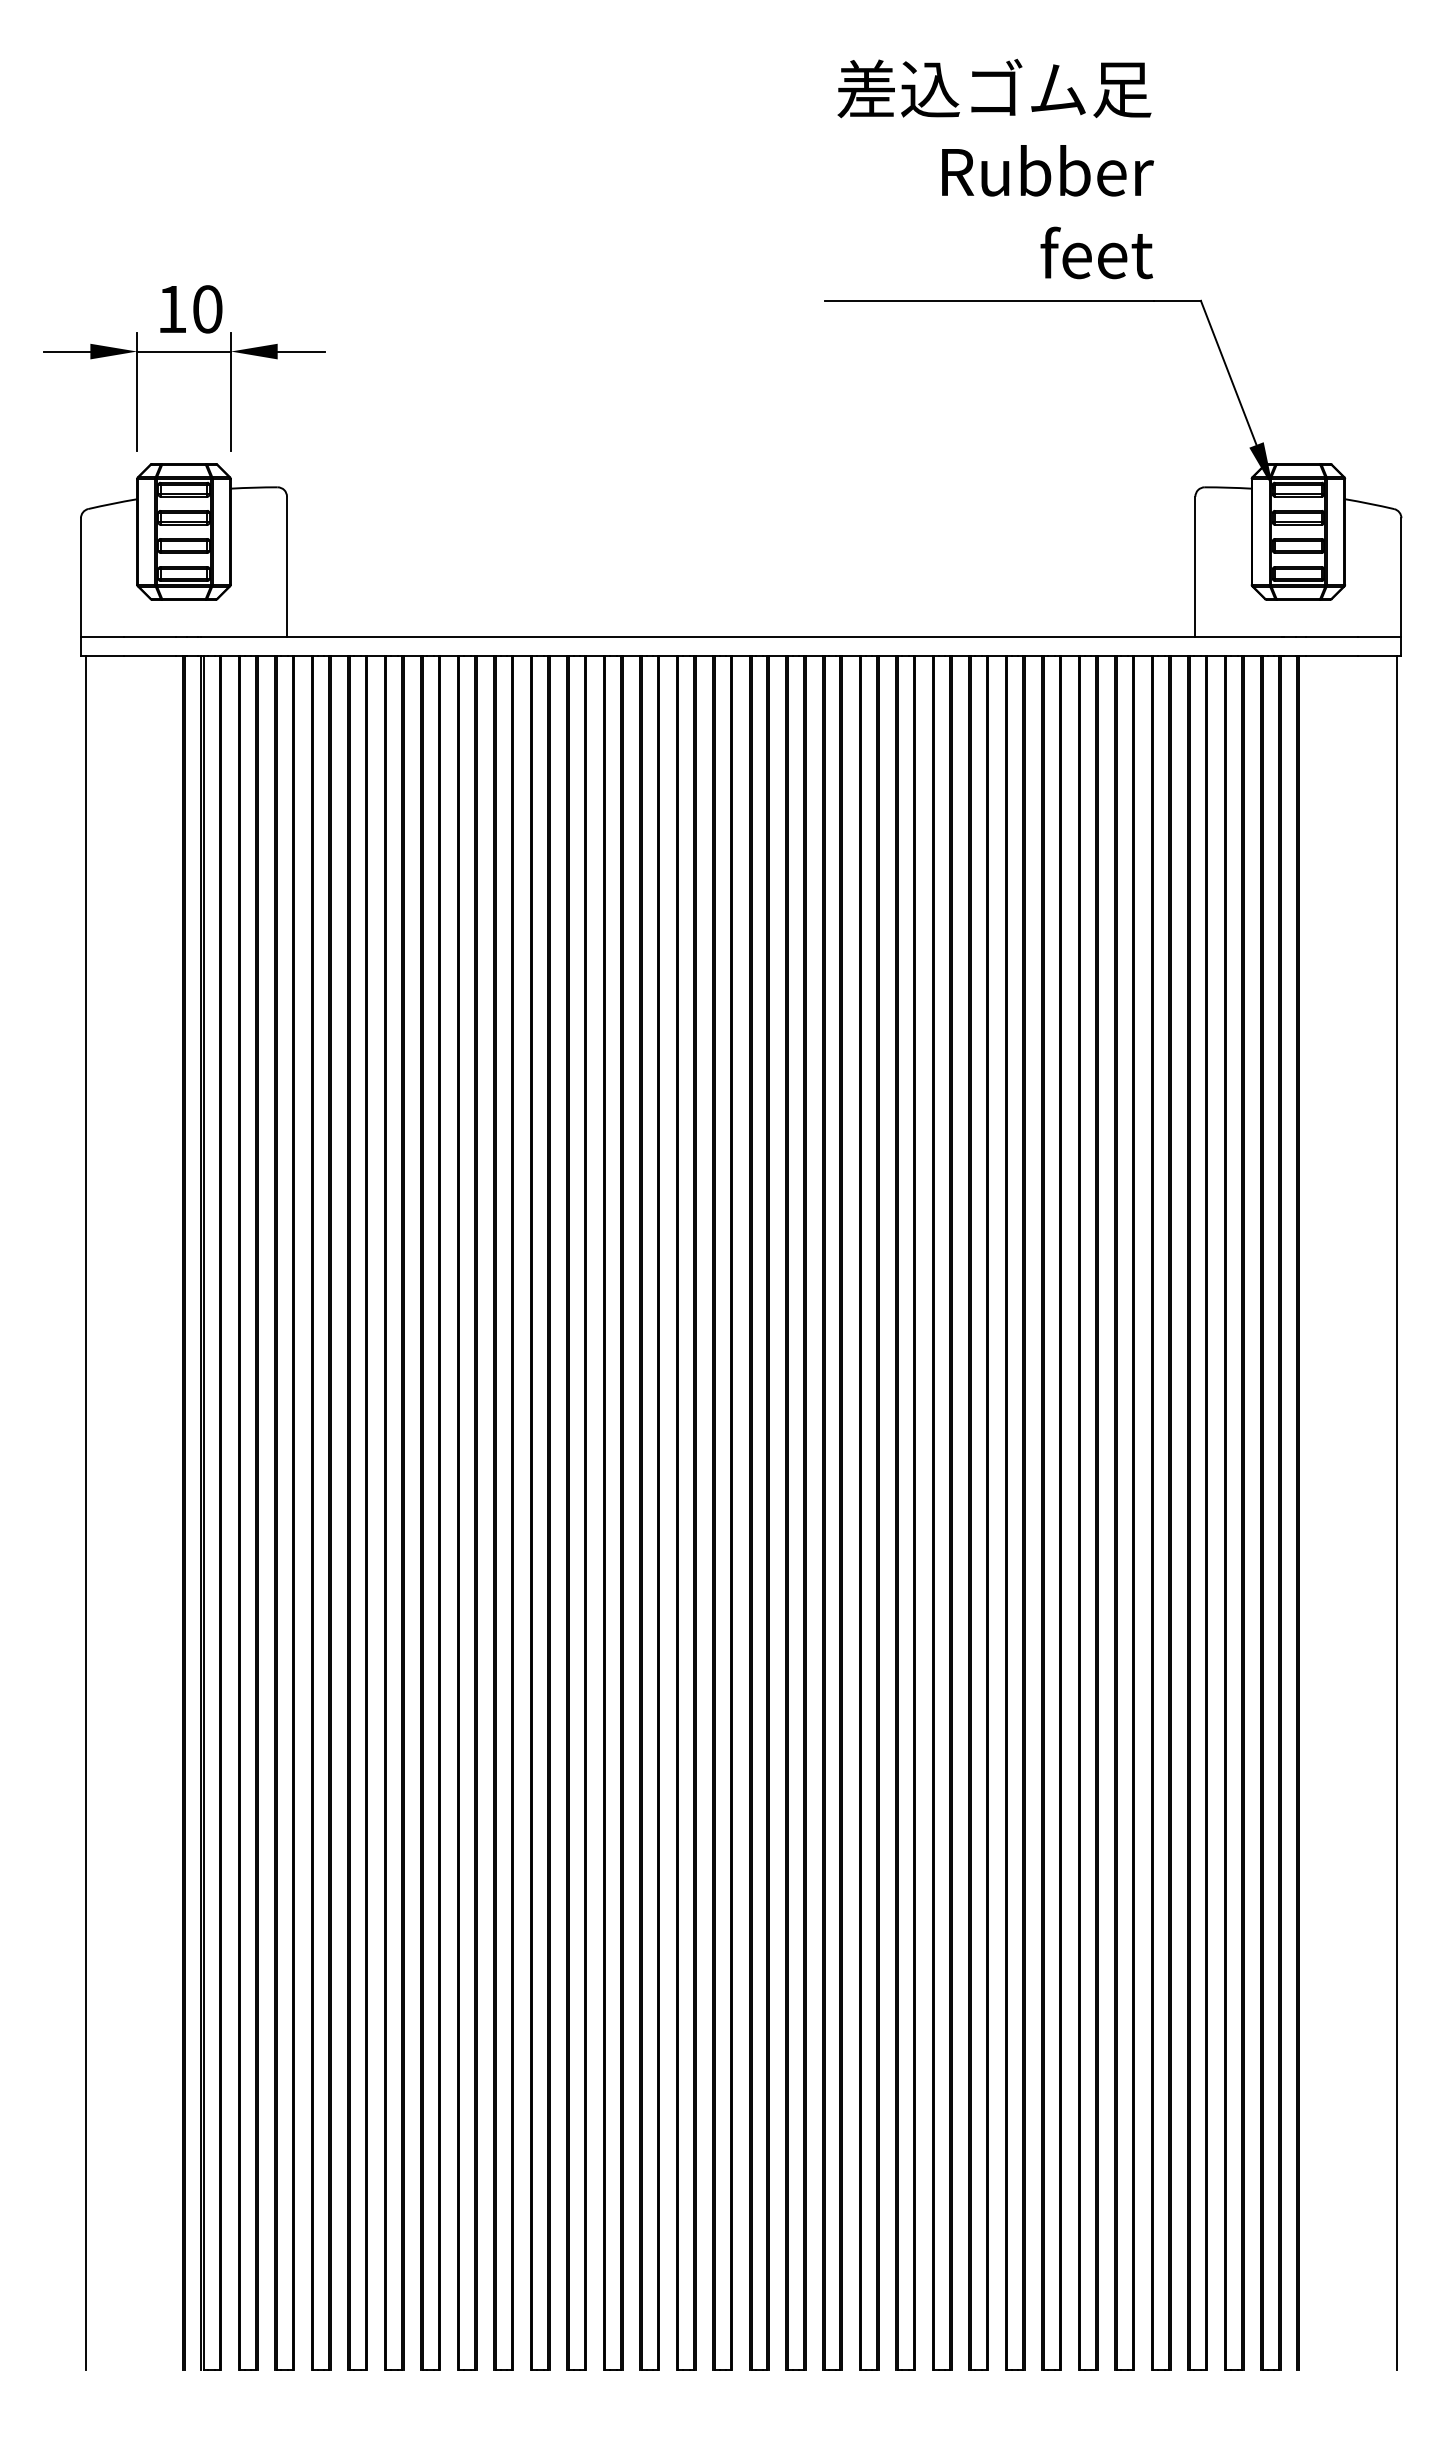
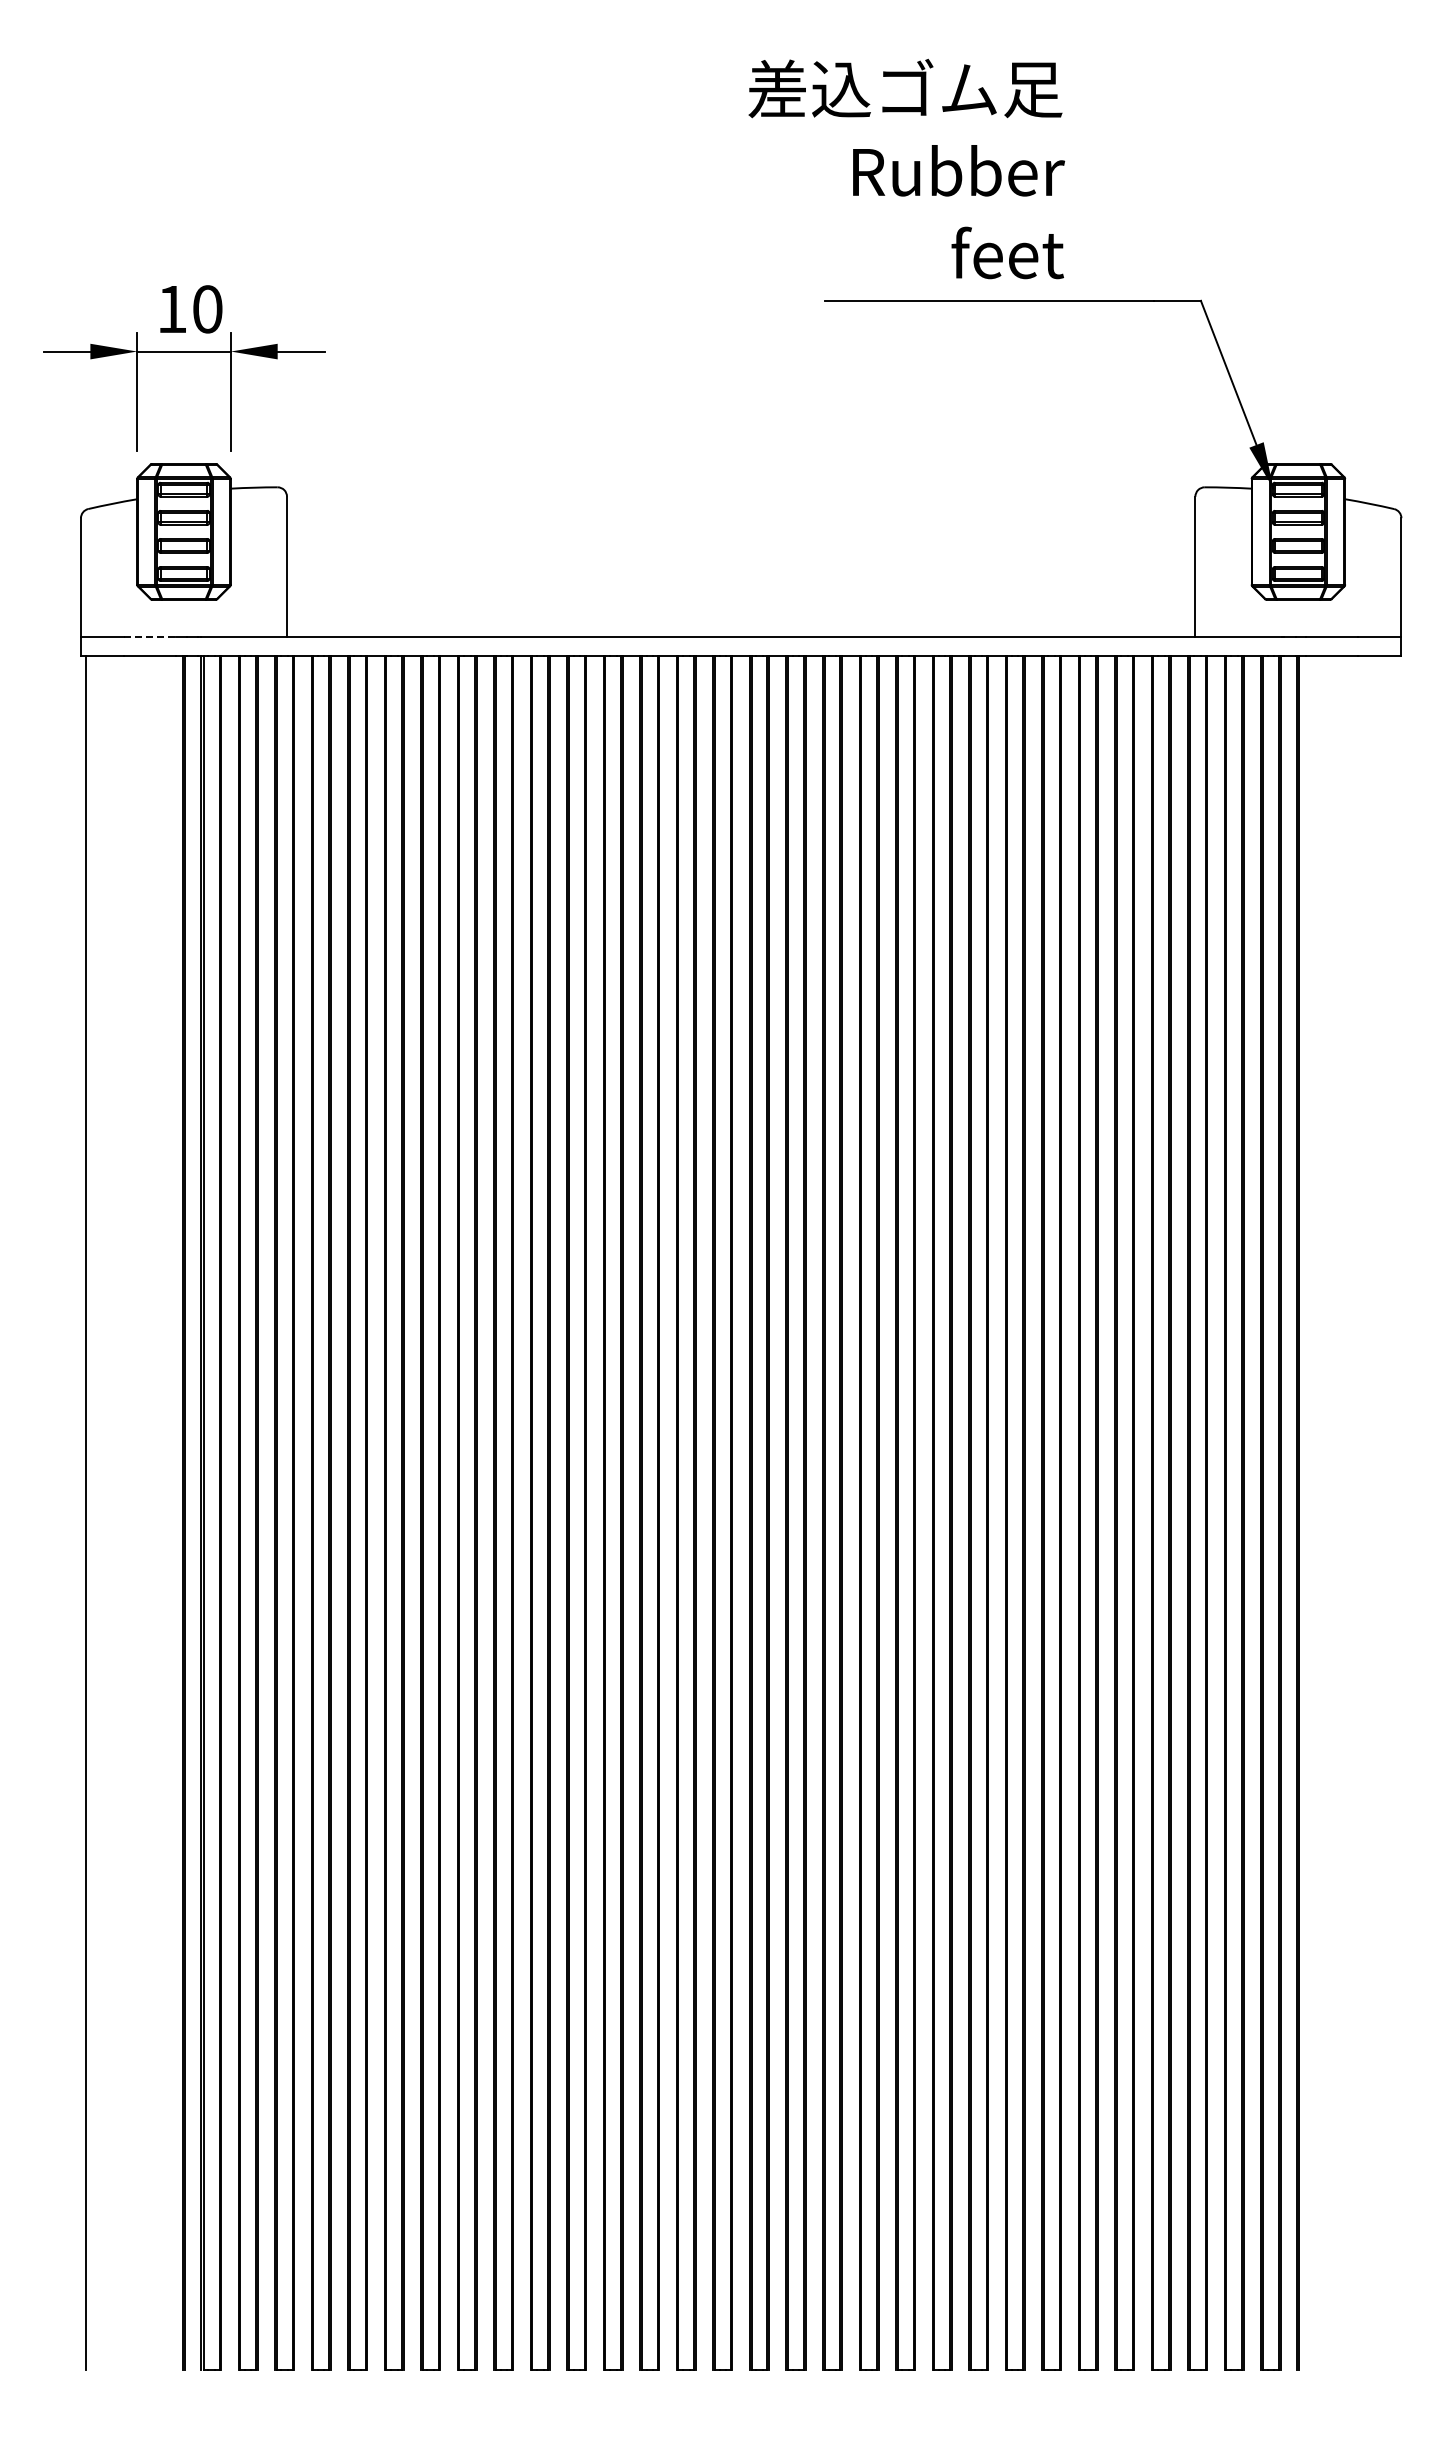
text at (995, 168) position: (995, 168) -> (906, 168)
line at (150, 637): solid -> dashed
line at (1396, 1512): present -> none
